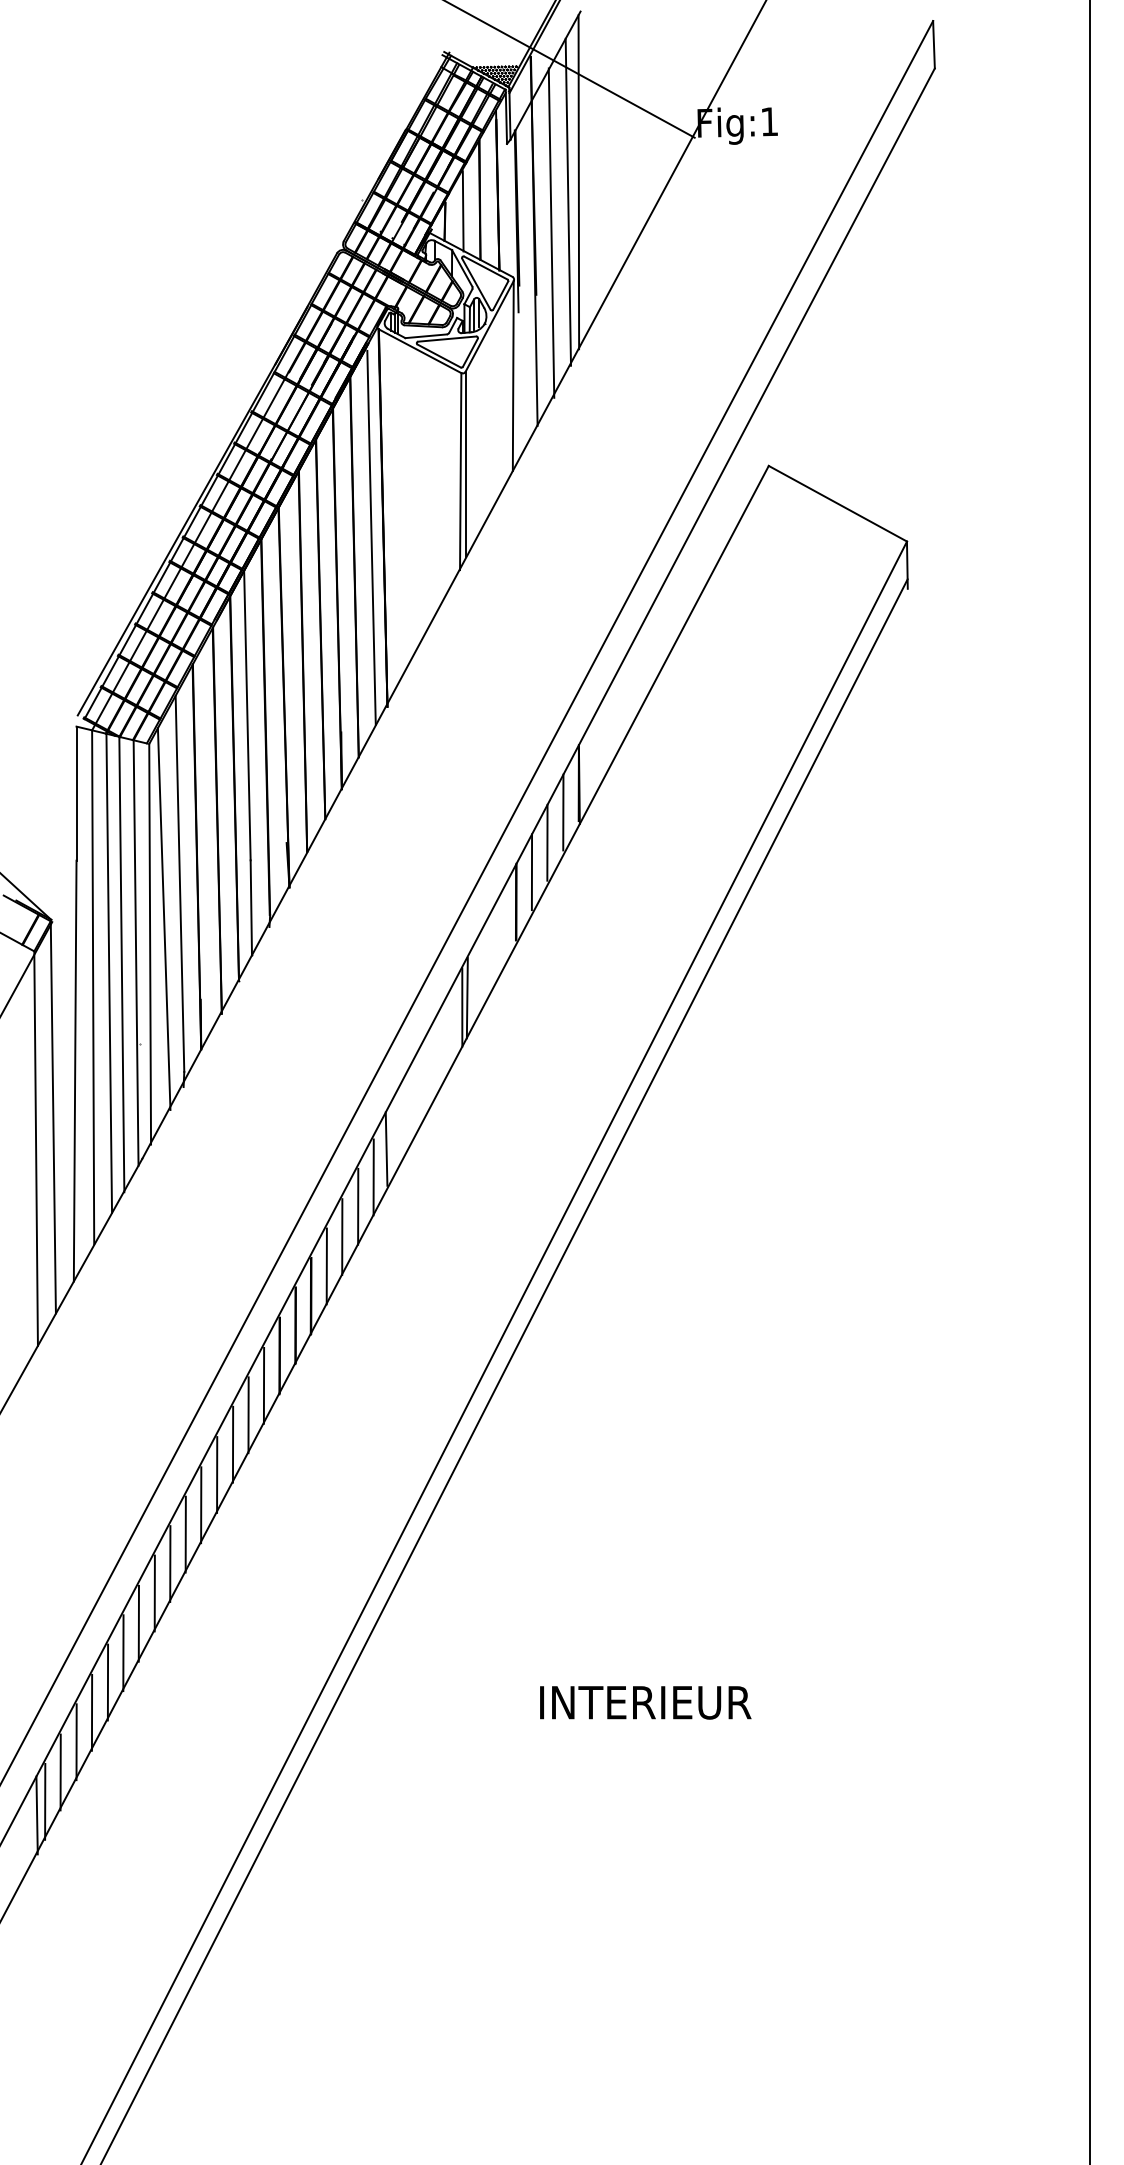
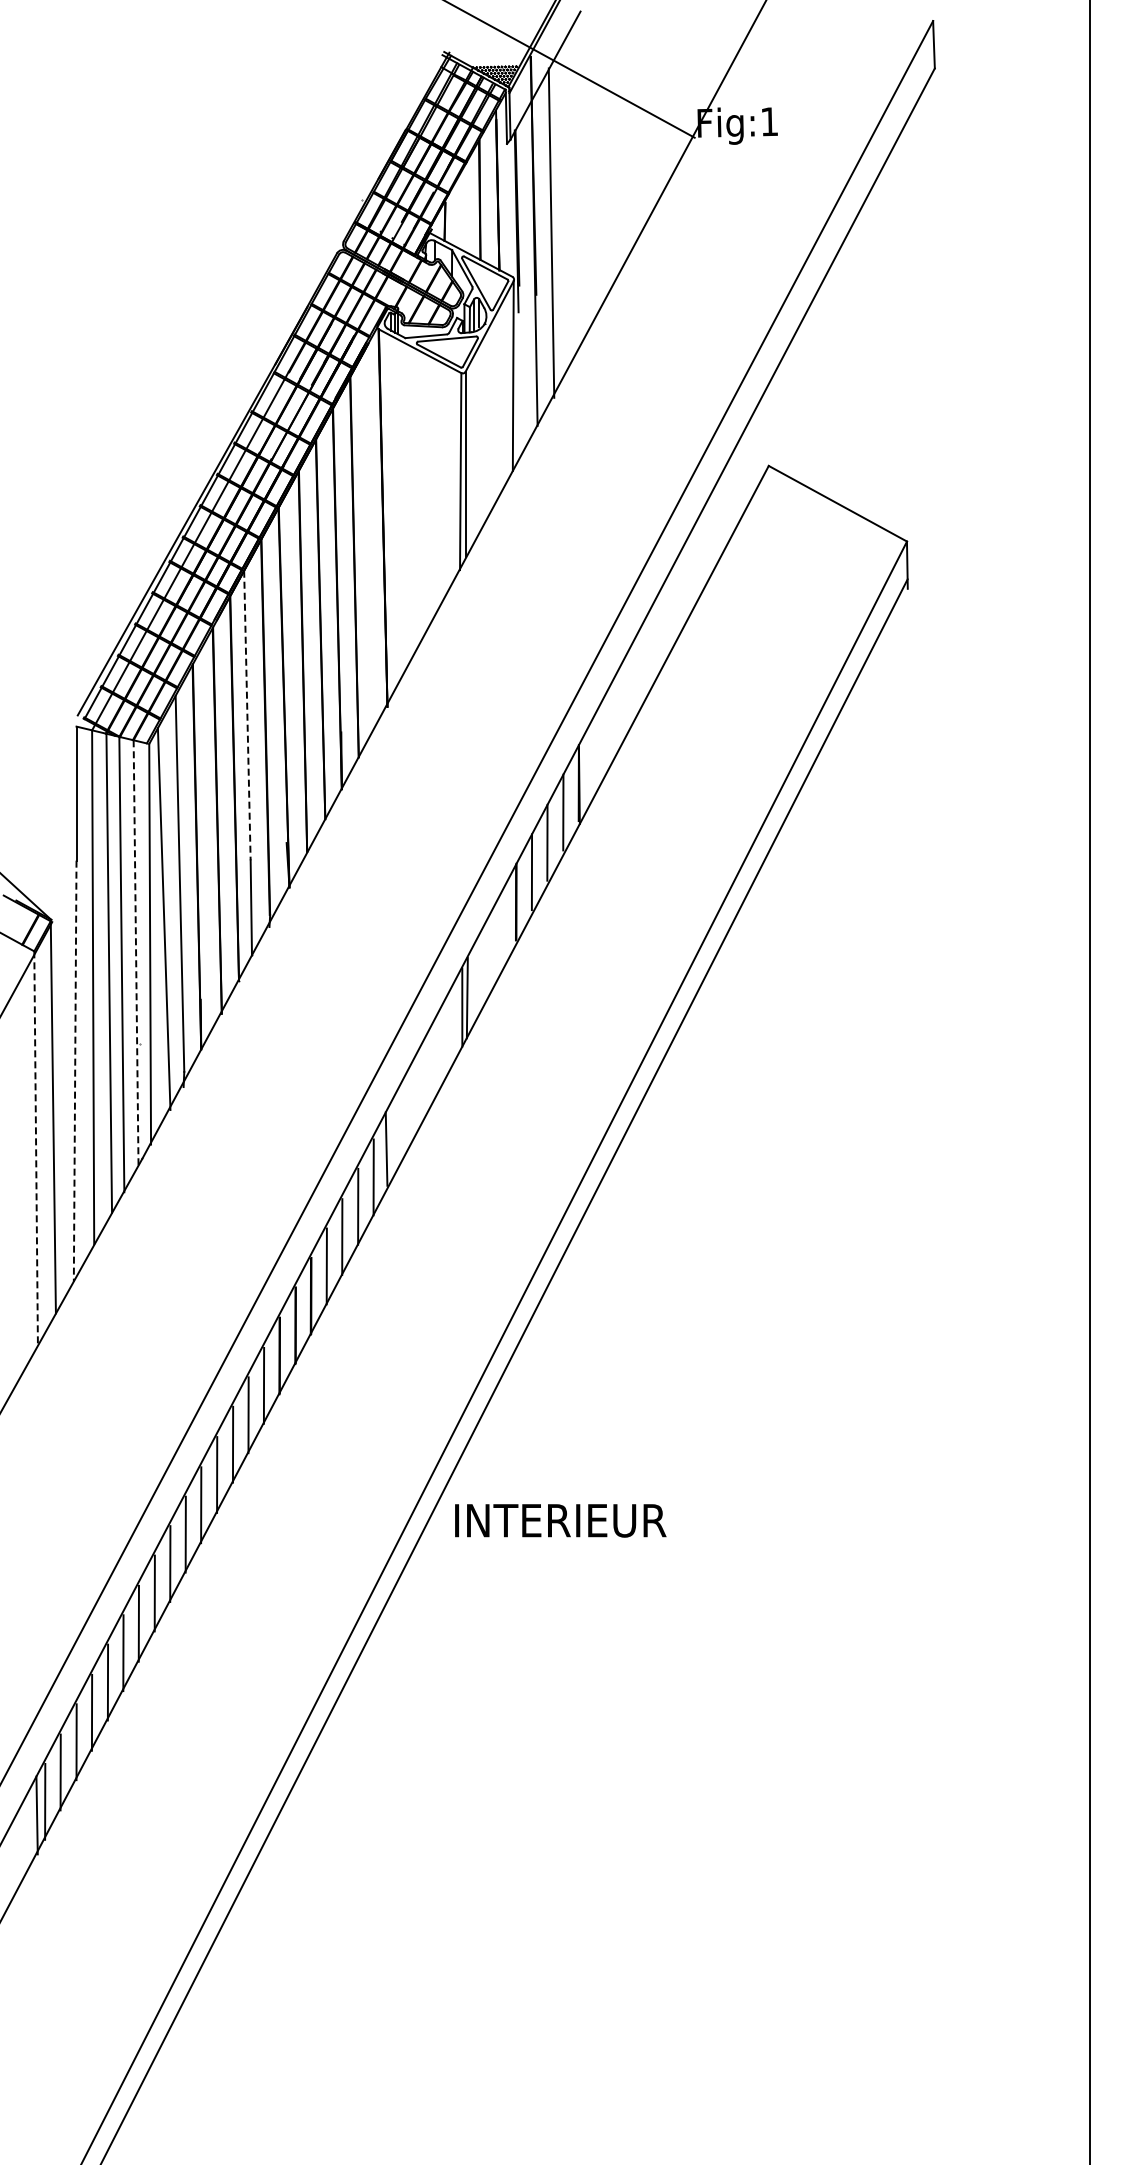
line at (578, 182): present -> none
line at (568, 201): present -> none
line at (462, 211): present -> none
line at (371, 537): present -> none
line at (247, 715): solid -> dashed
line at (136, 953): solid -> dashed
line at (75, 1071): solid -> dashed
line at (36, 1149): solid -> dashed
text at (645, 1702) position: (645, 1702) -> (560, 1520)
